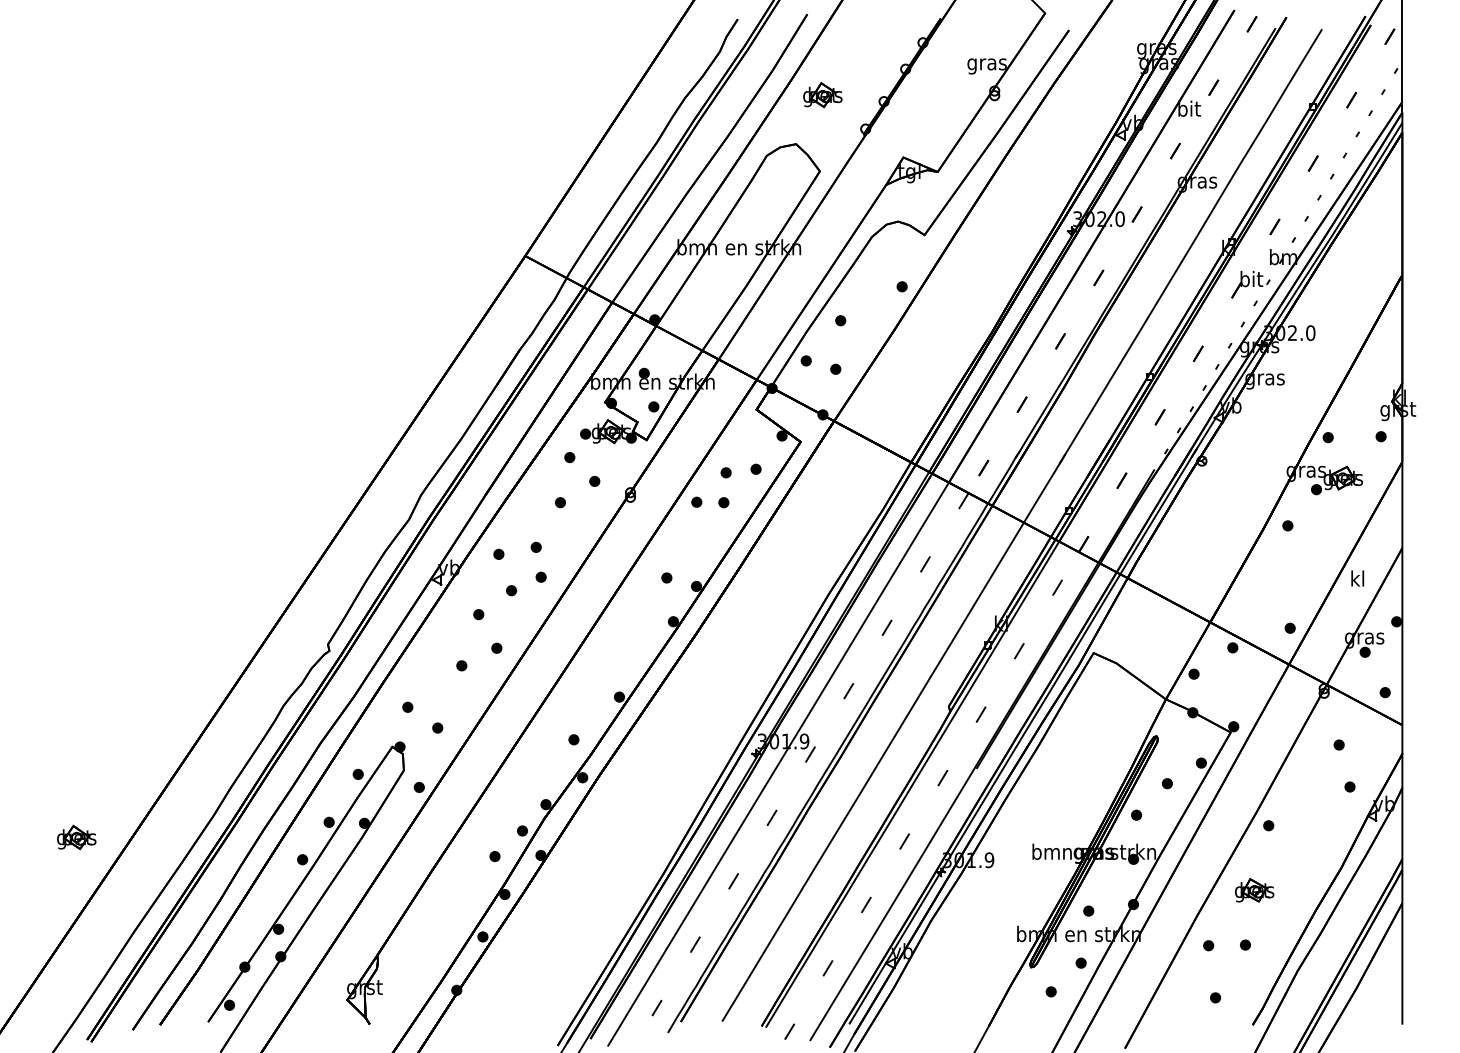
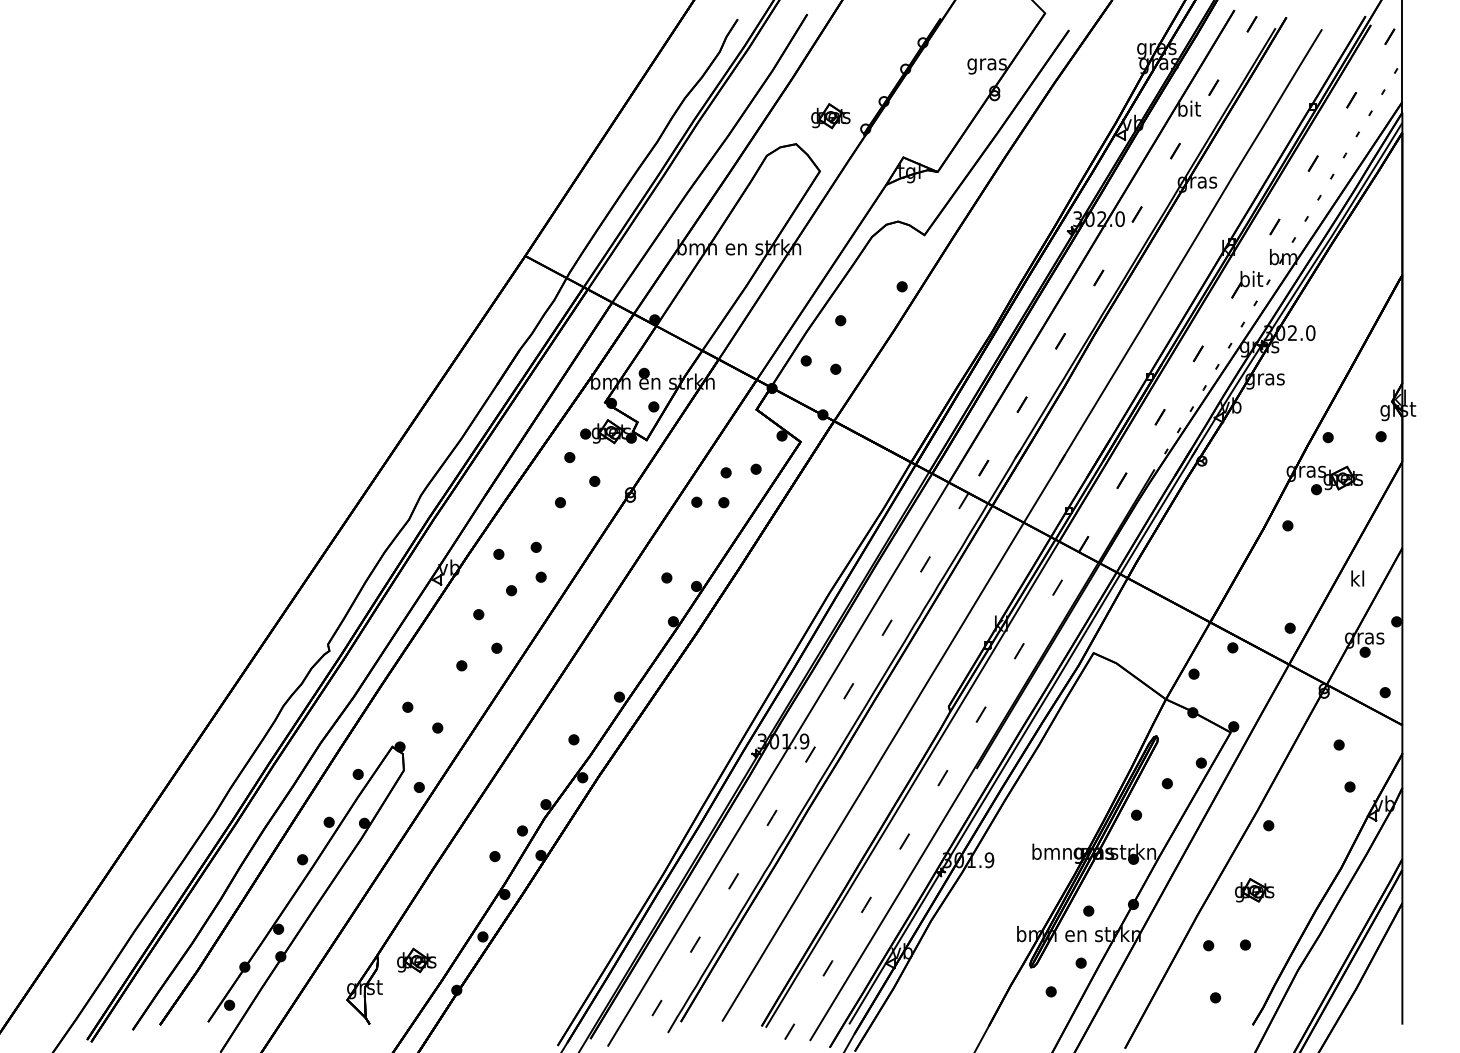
part at (822, 95) position: (822, 95) -> (830, 116)
part at (76, 837) position: (76, 837) -> (416, 960)
